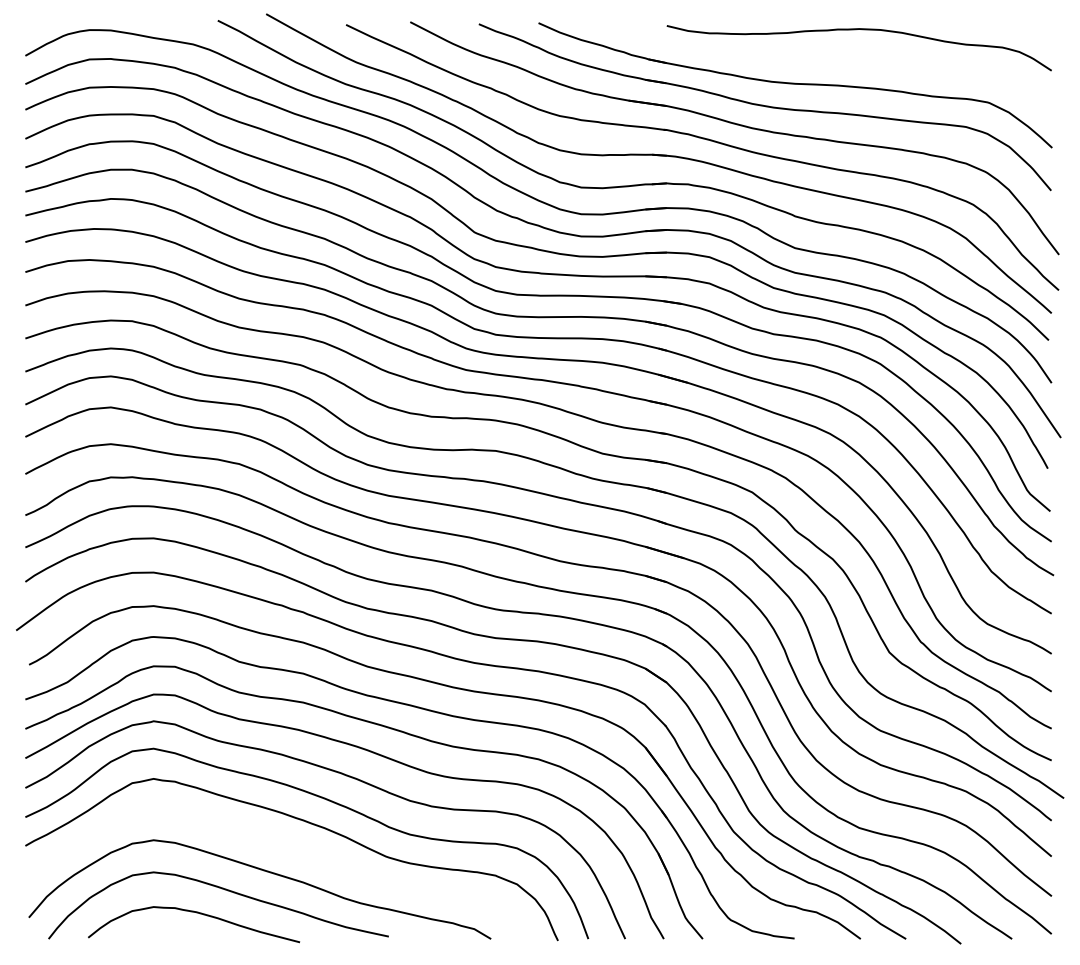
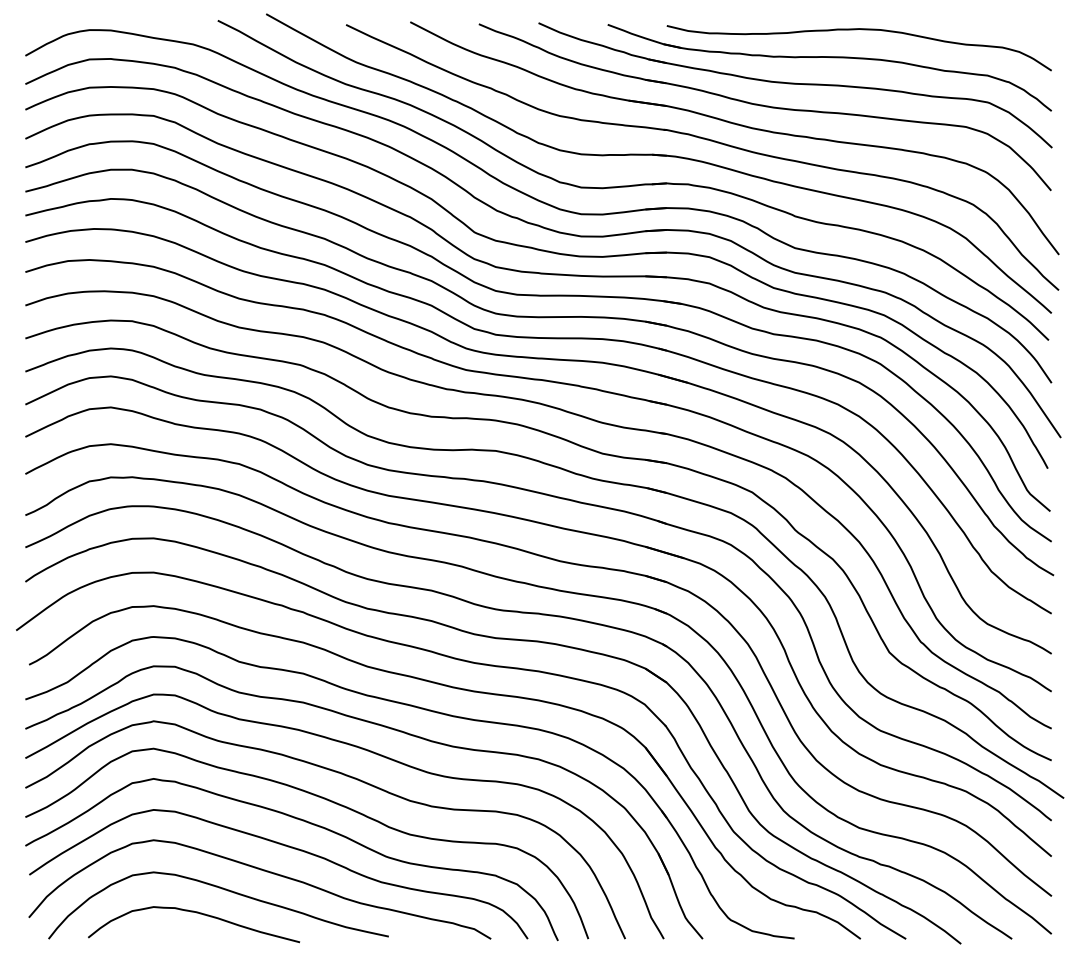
part at (831, 58): none -> present
curve at (284, 846): none -> present
